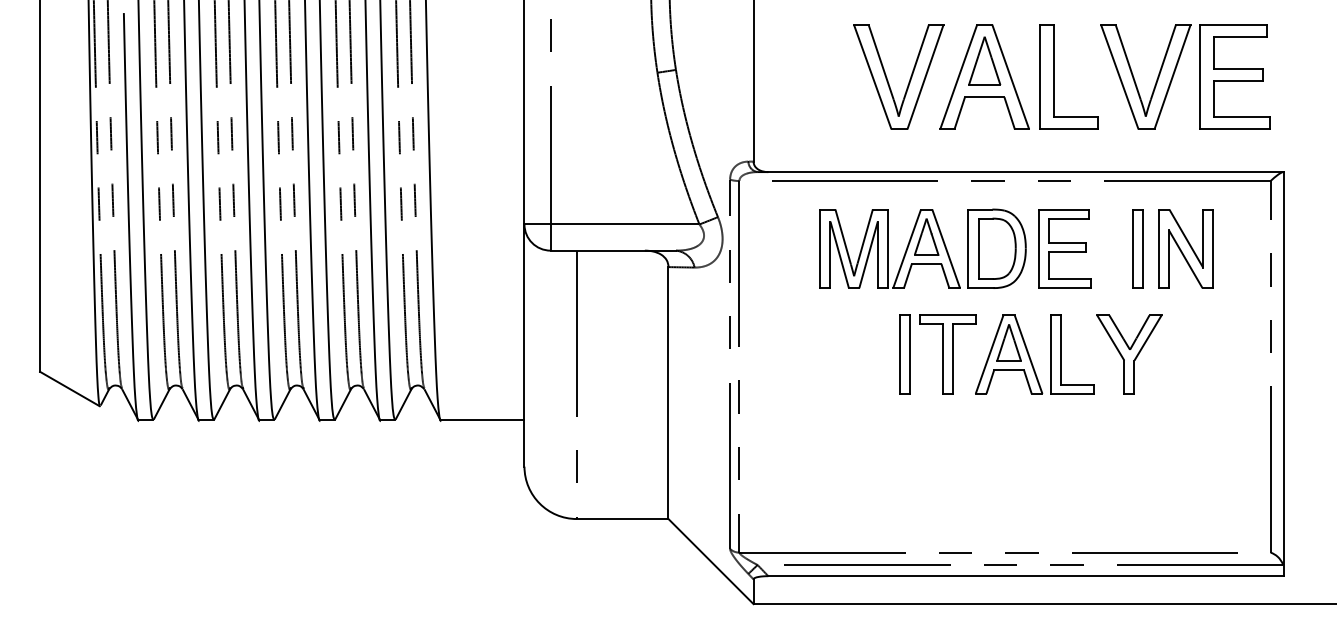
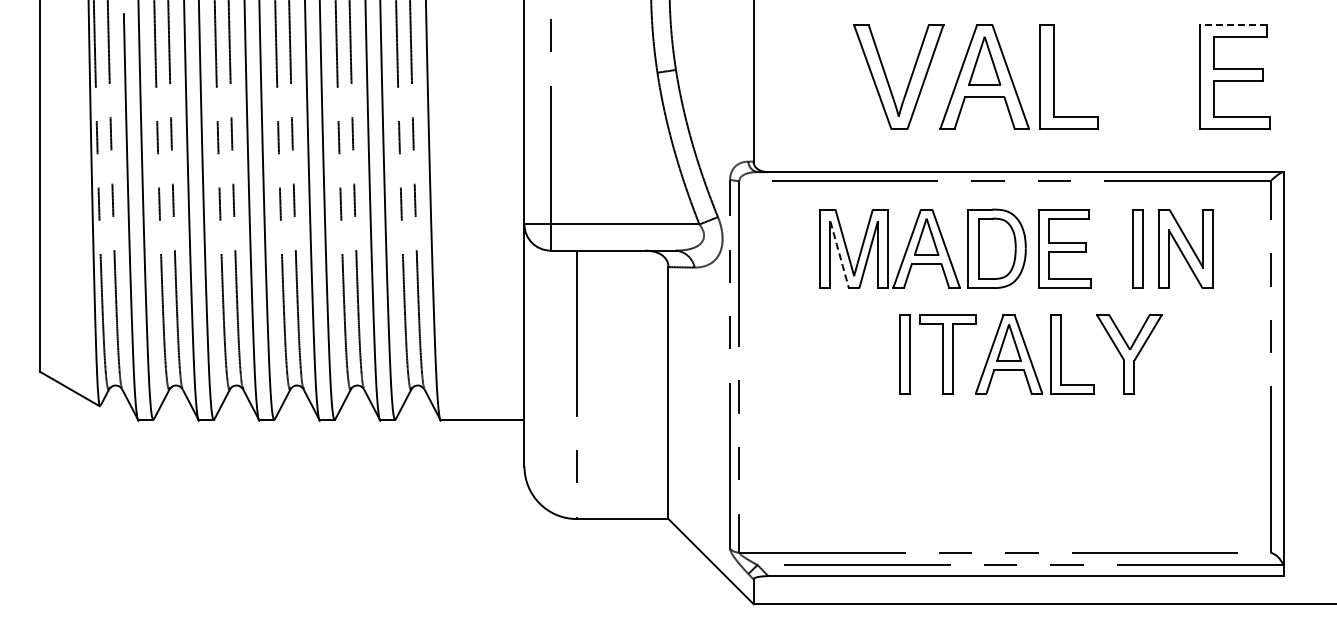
line at (1233, 24): solid -> dashed
part at (1135, 80): present -> none
line at (839, 255): solid -> dashed
